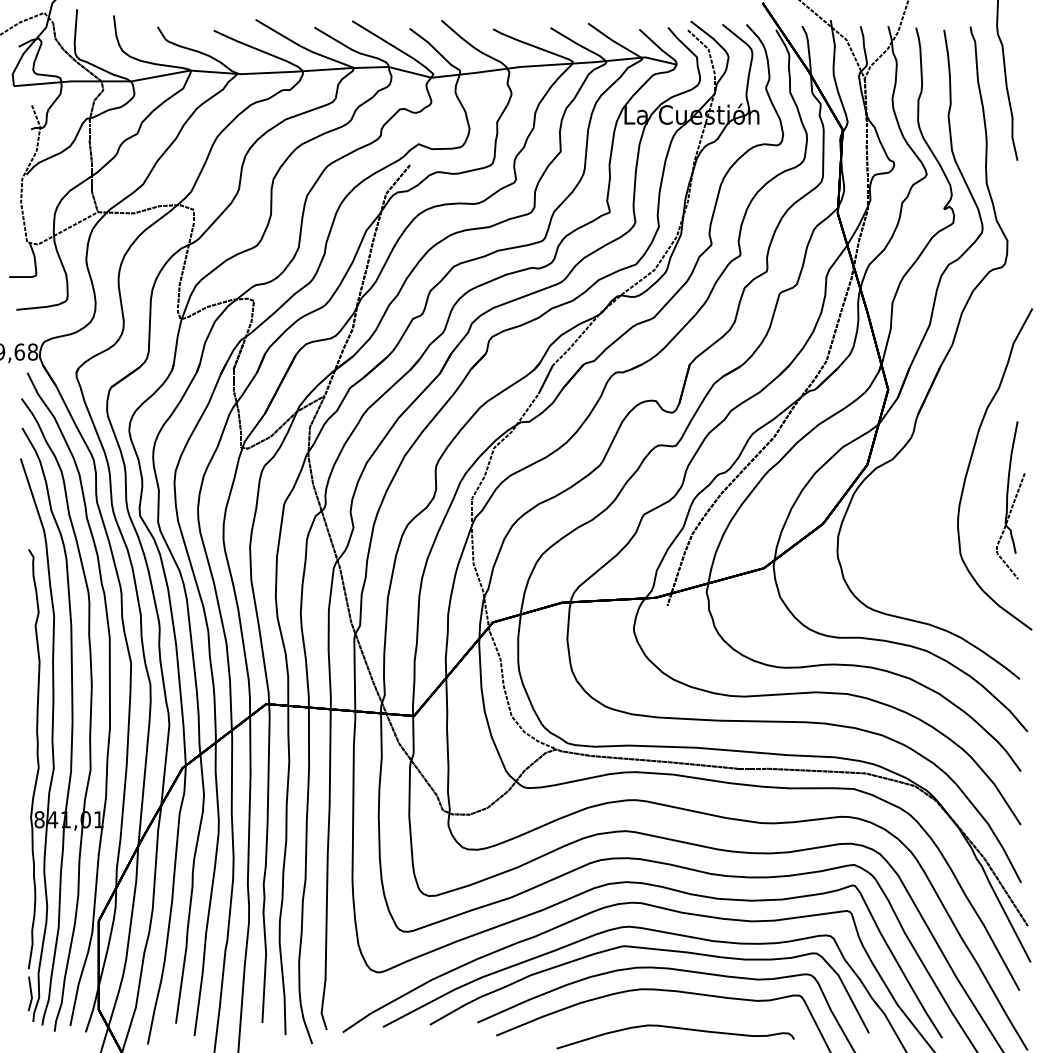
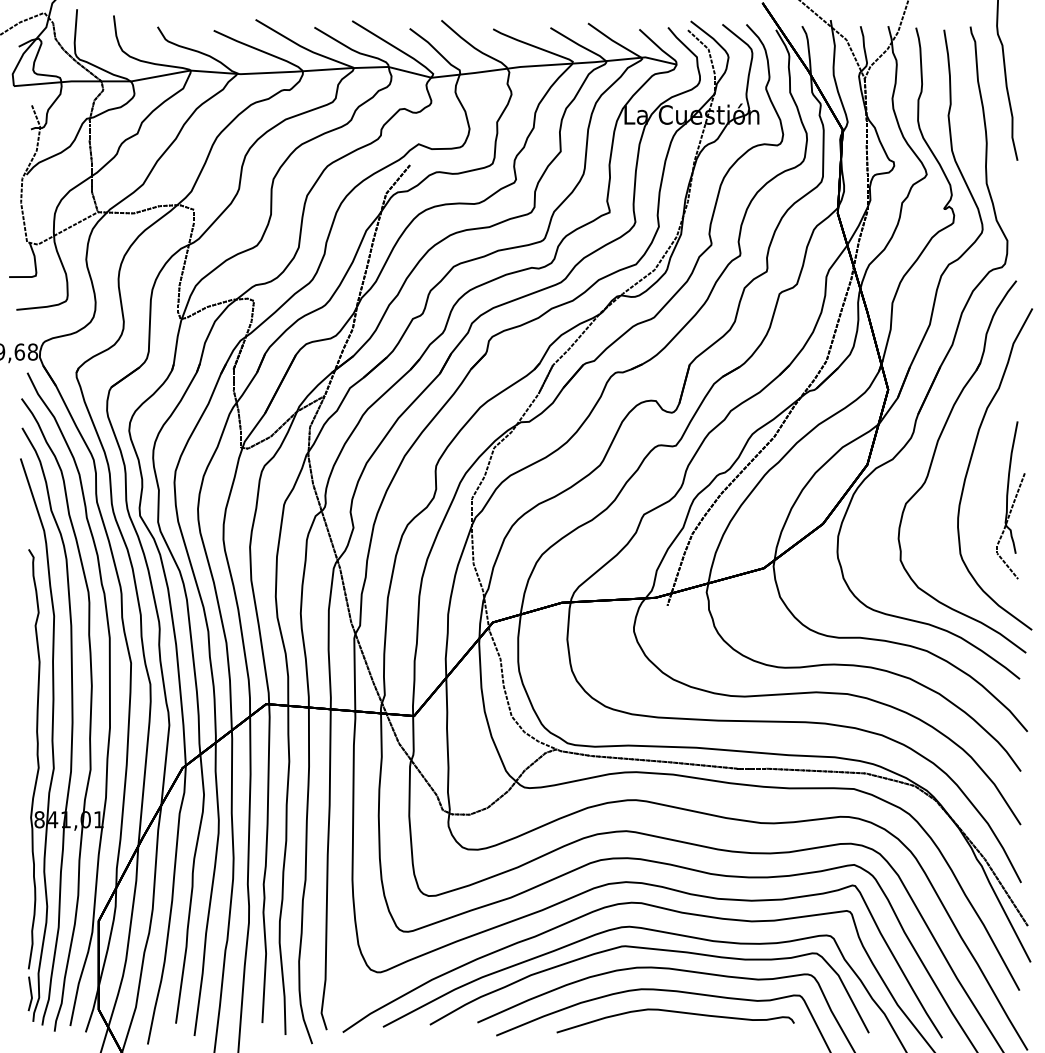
part at (933, 460): none -> present
curve at (675, 1028) position: (675, 1028) -> (675, 1012)
